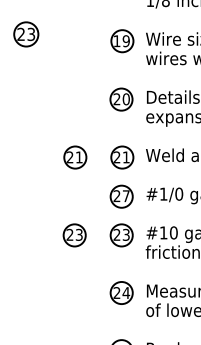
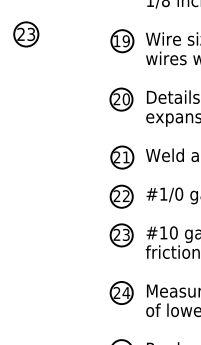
part at (75, 157): present -> none
text at (125, 196): 27 -> 22
part at (74, 235): present -> none
